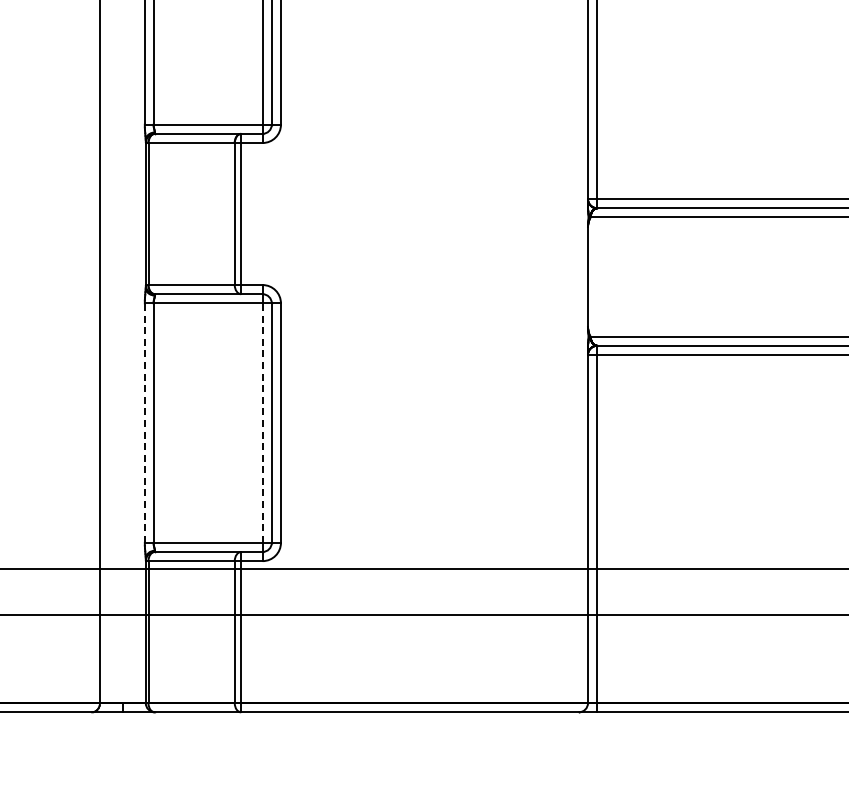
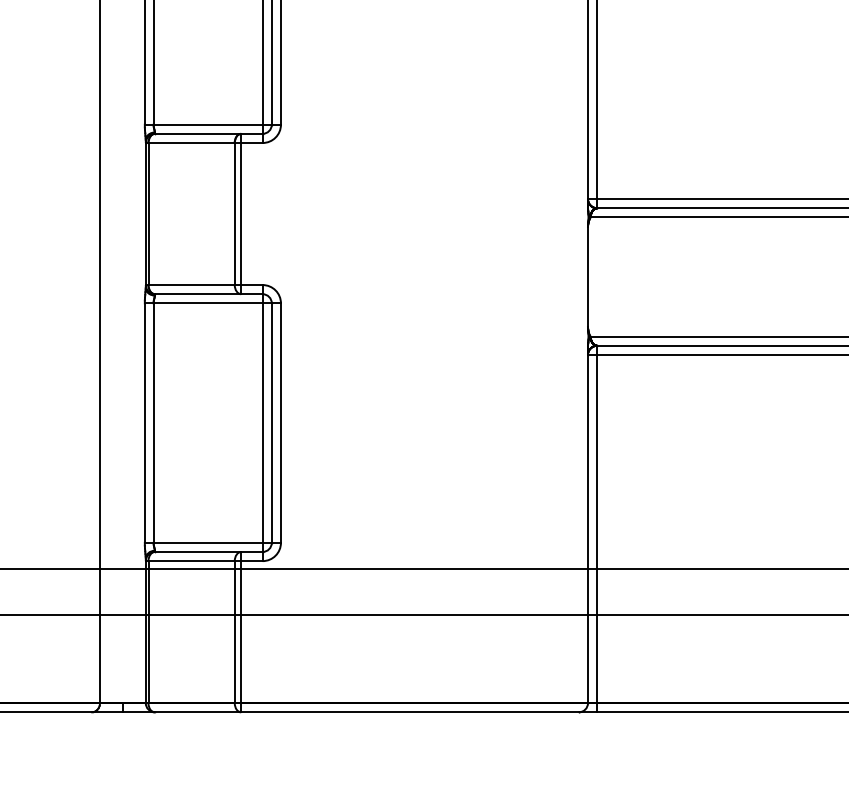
line at (144, 423): dashed -> solid
line at (262, 423): dashed -> solid
